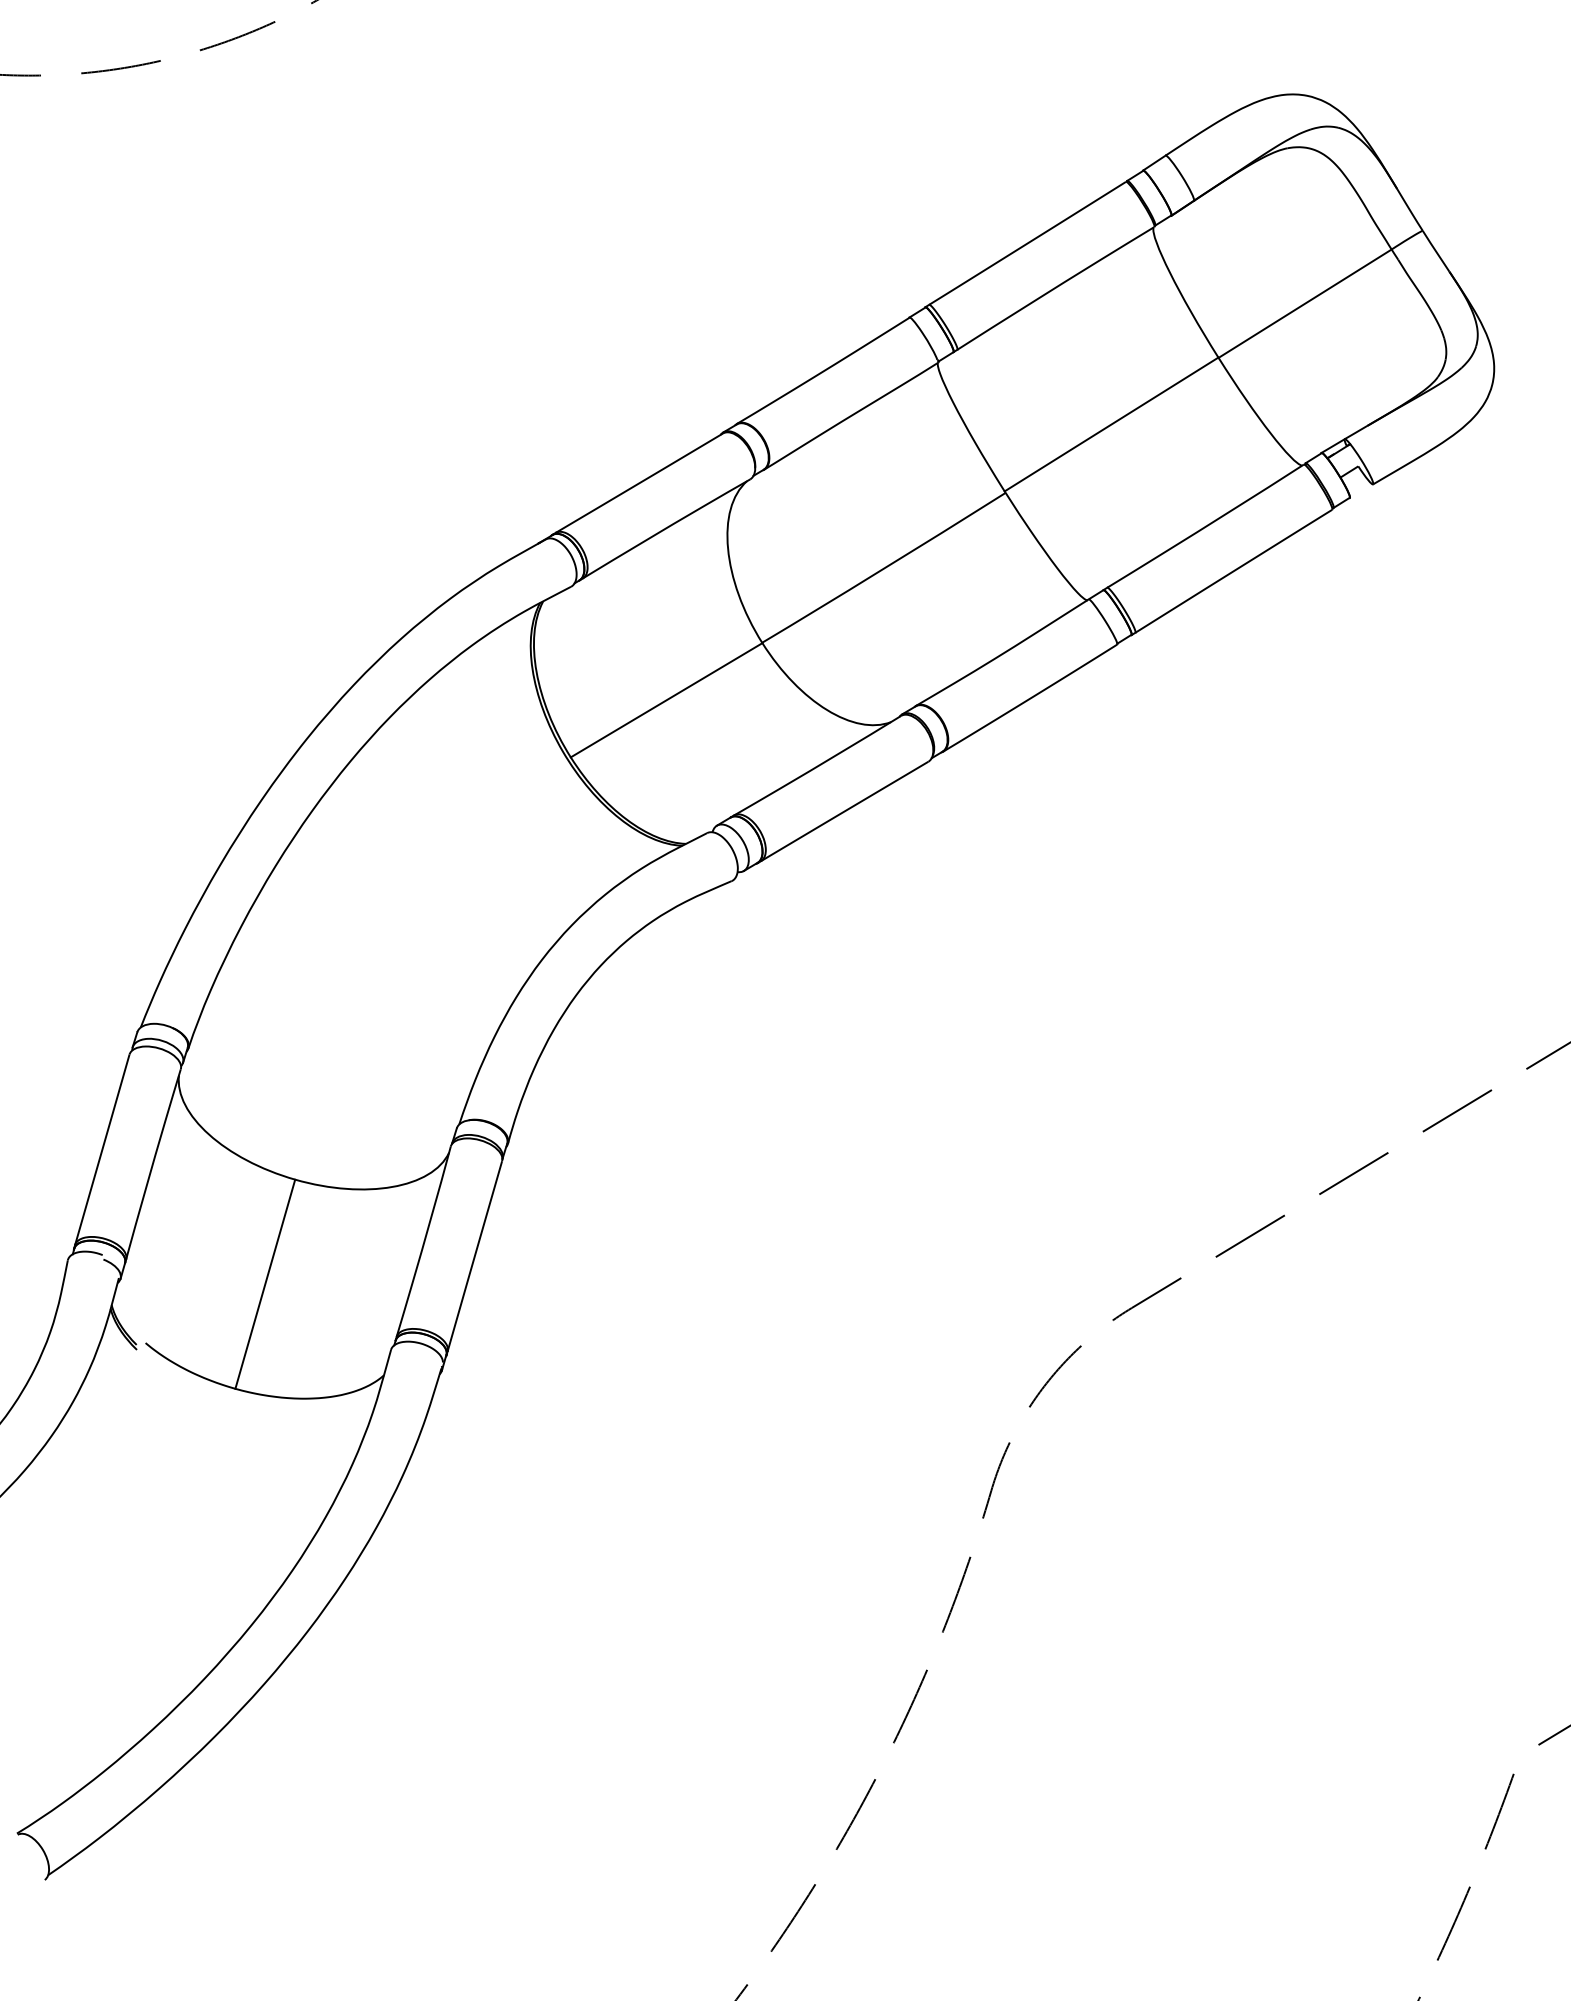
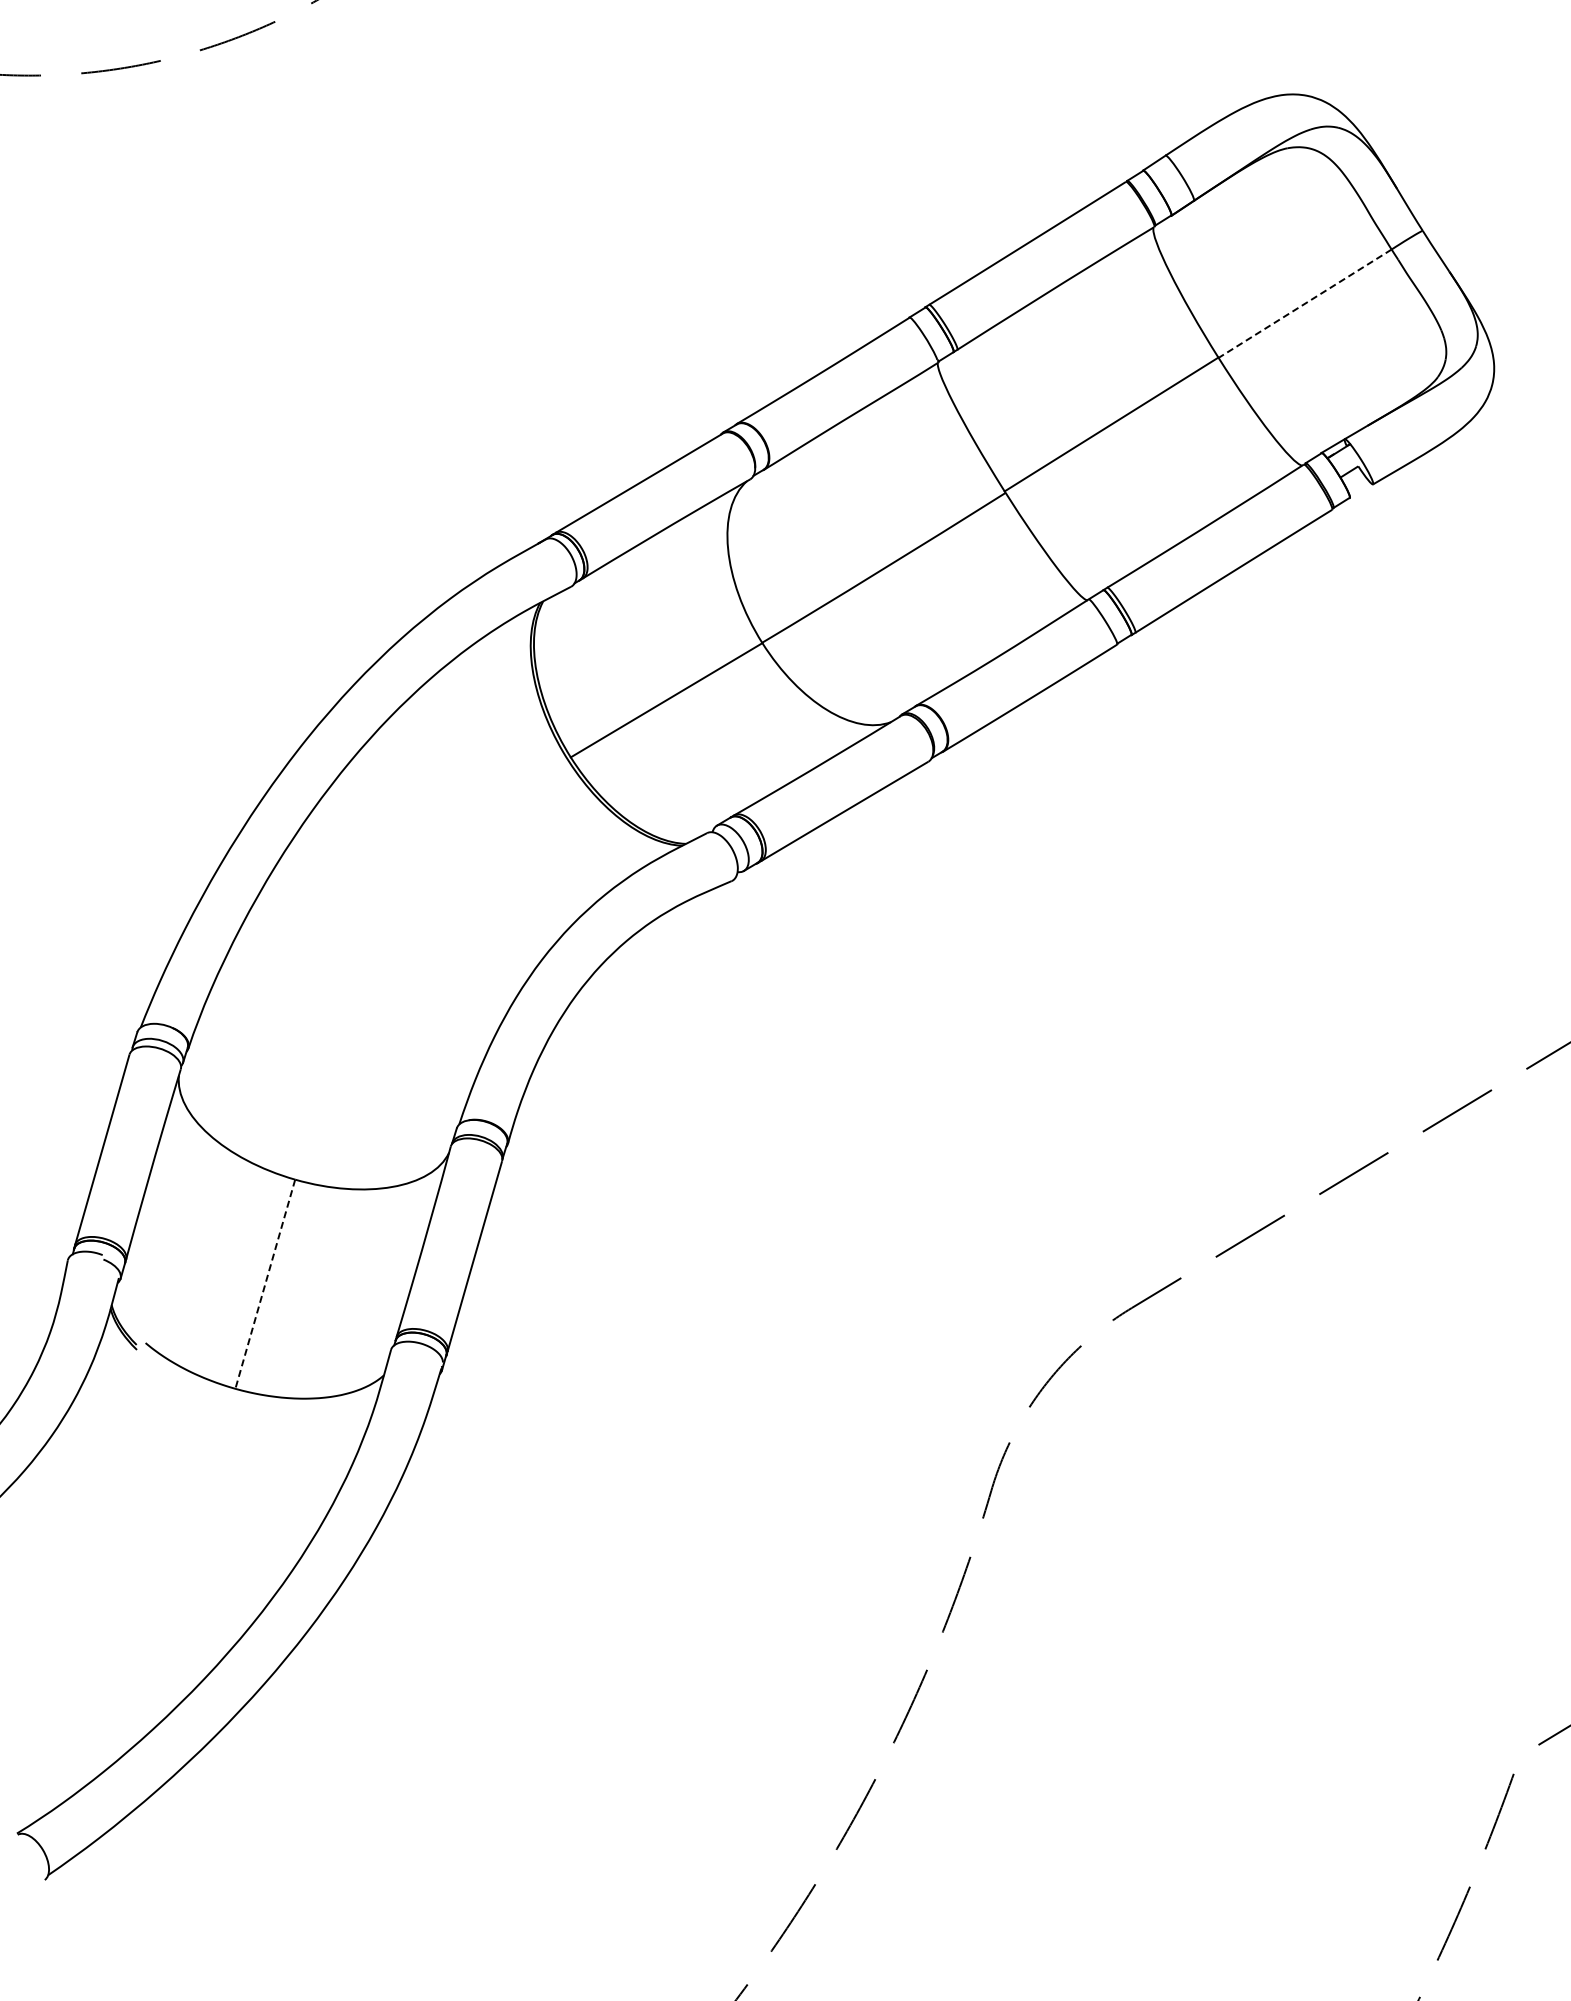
line at (1304, 303): solid -> dashed
line at (265, 1284): solid -> dashed
